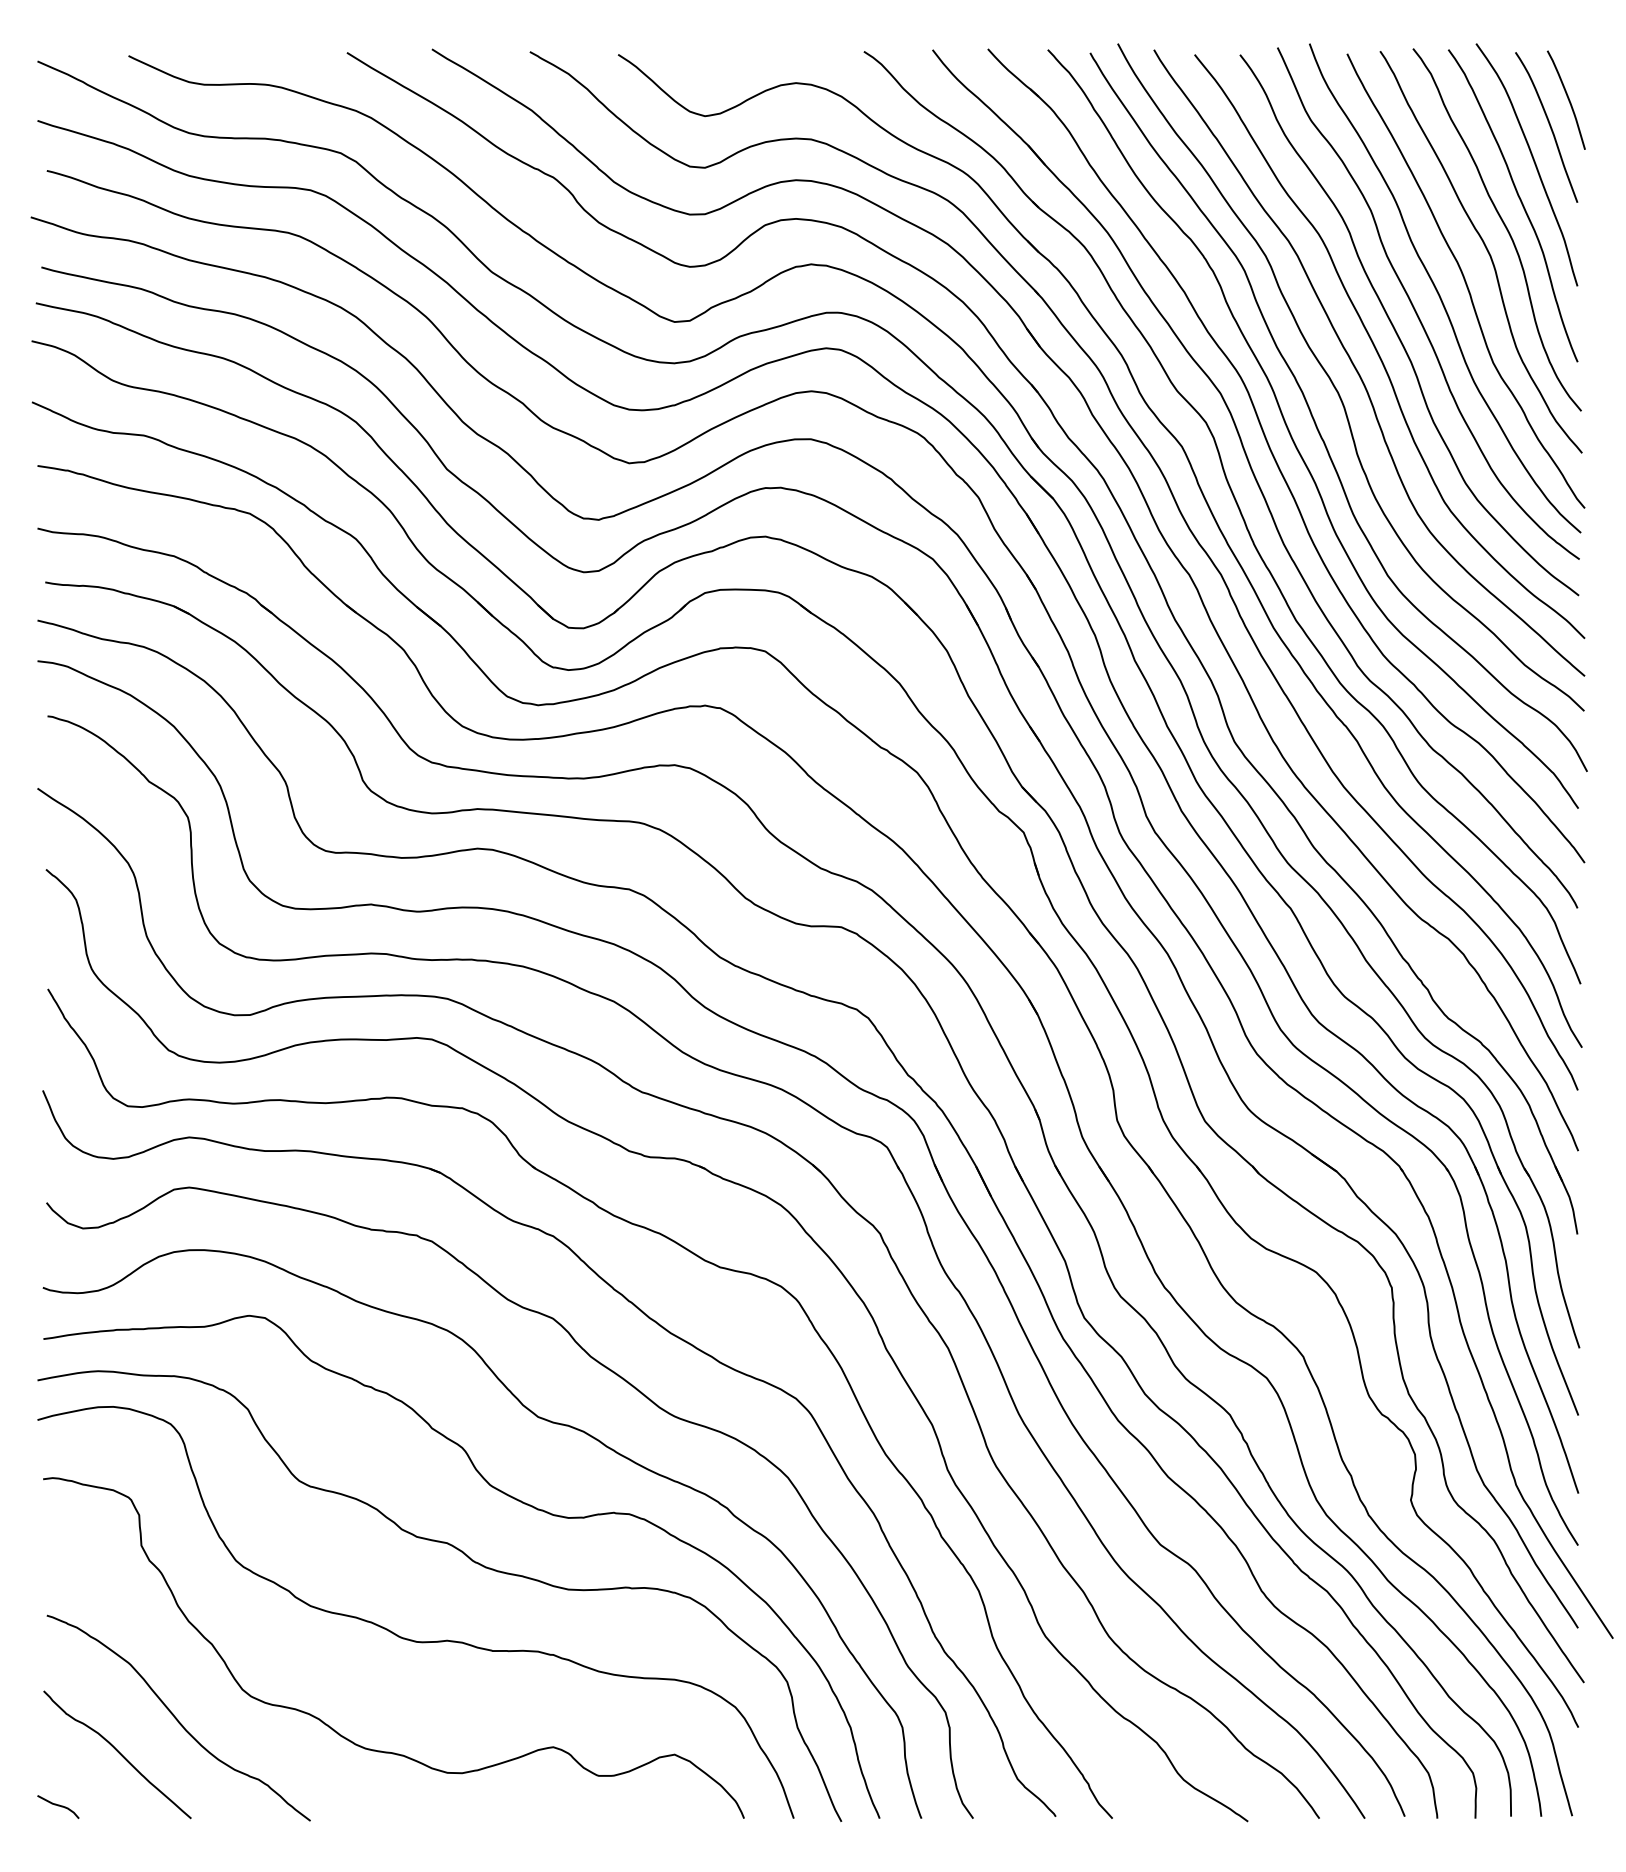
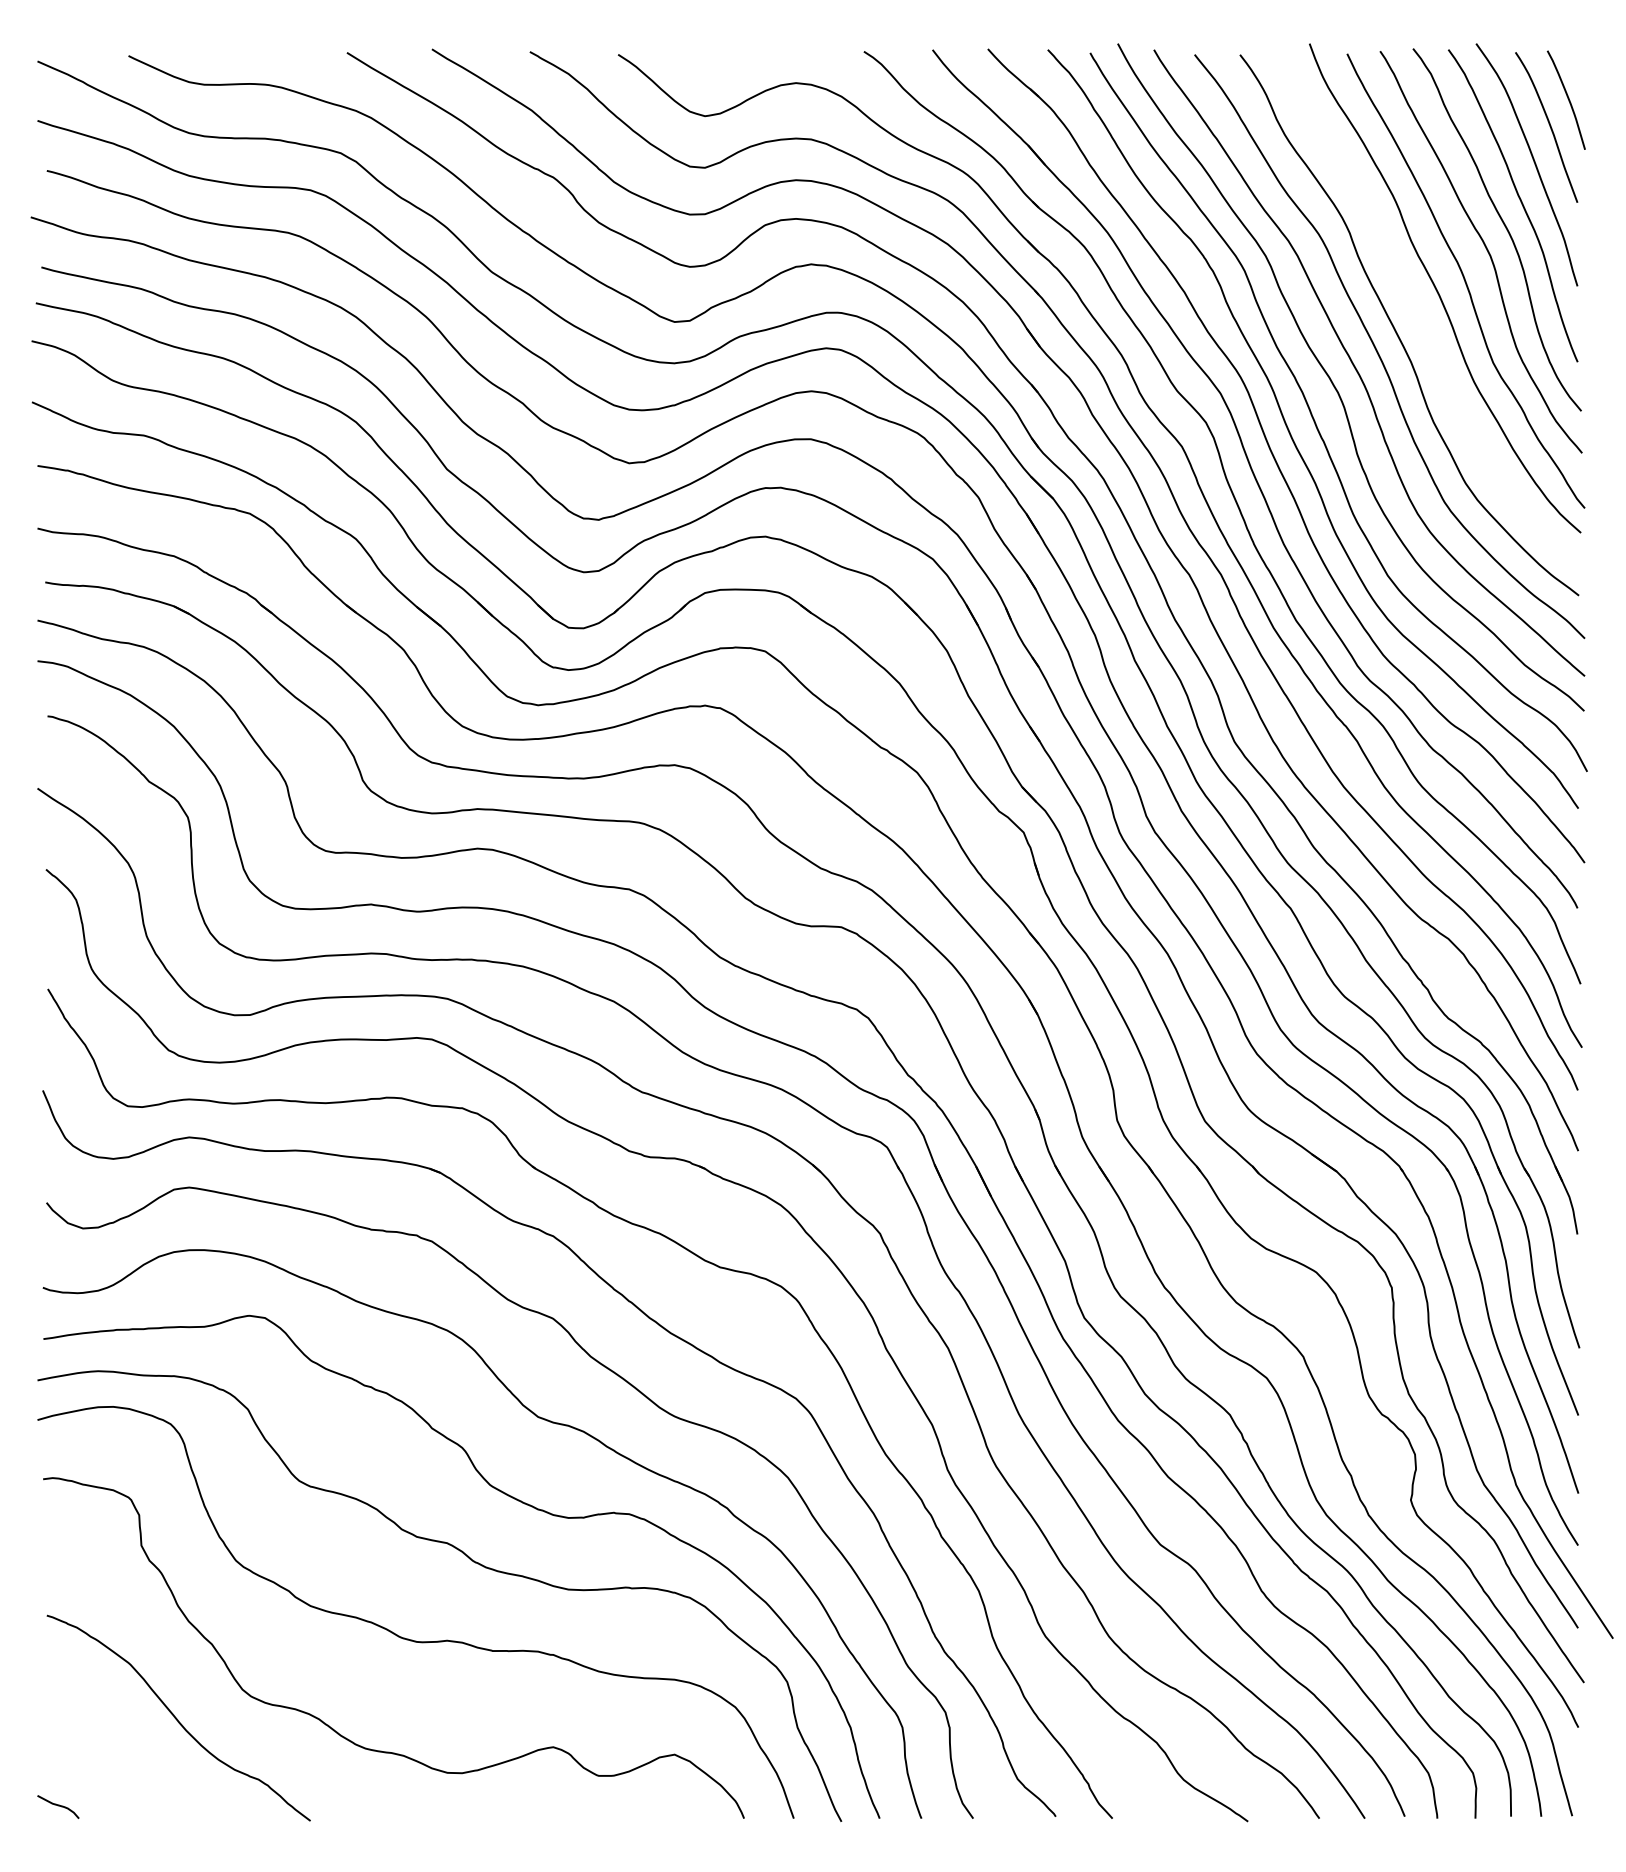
curve at (1416, 310): present -> none
curve at (118, 1753): present -> none
